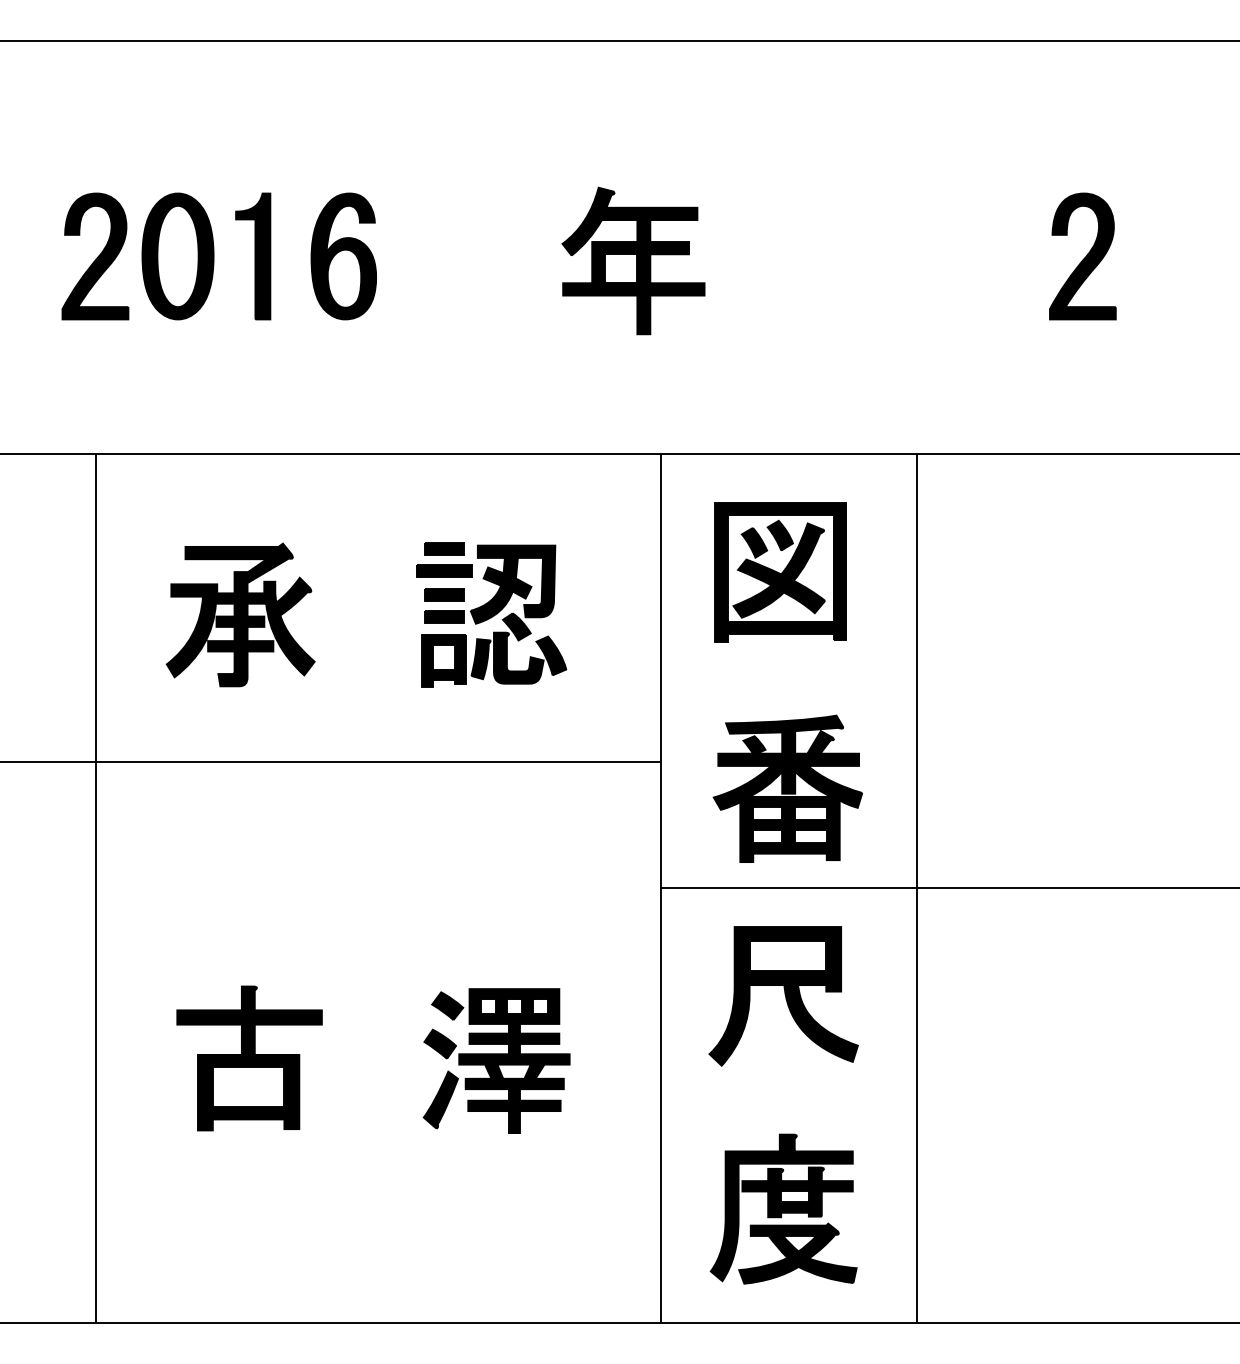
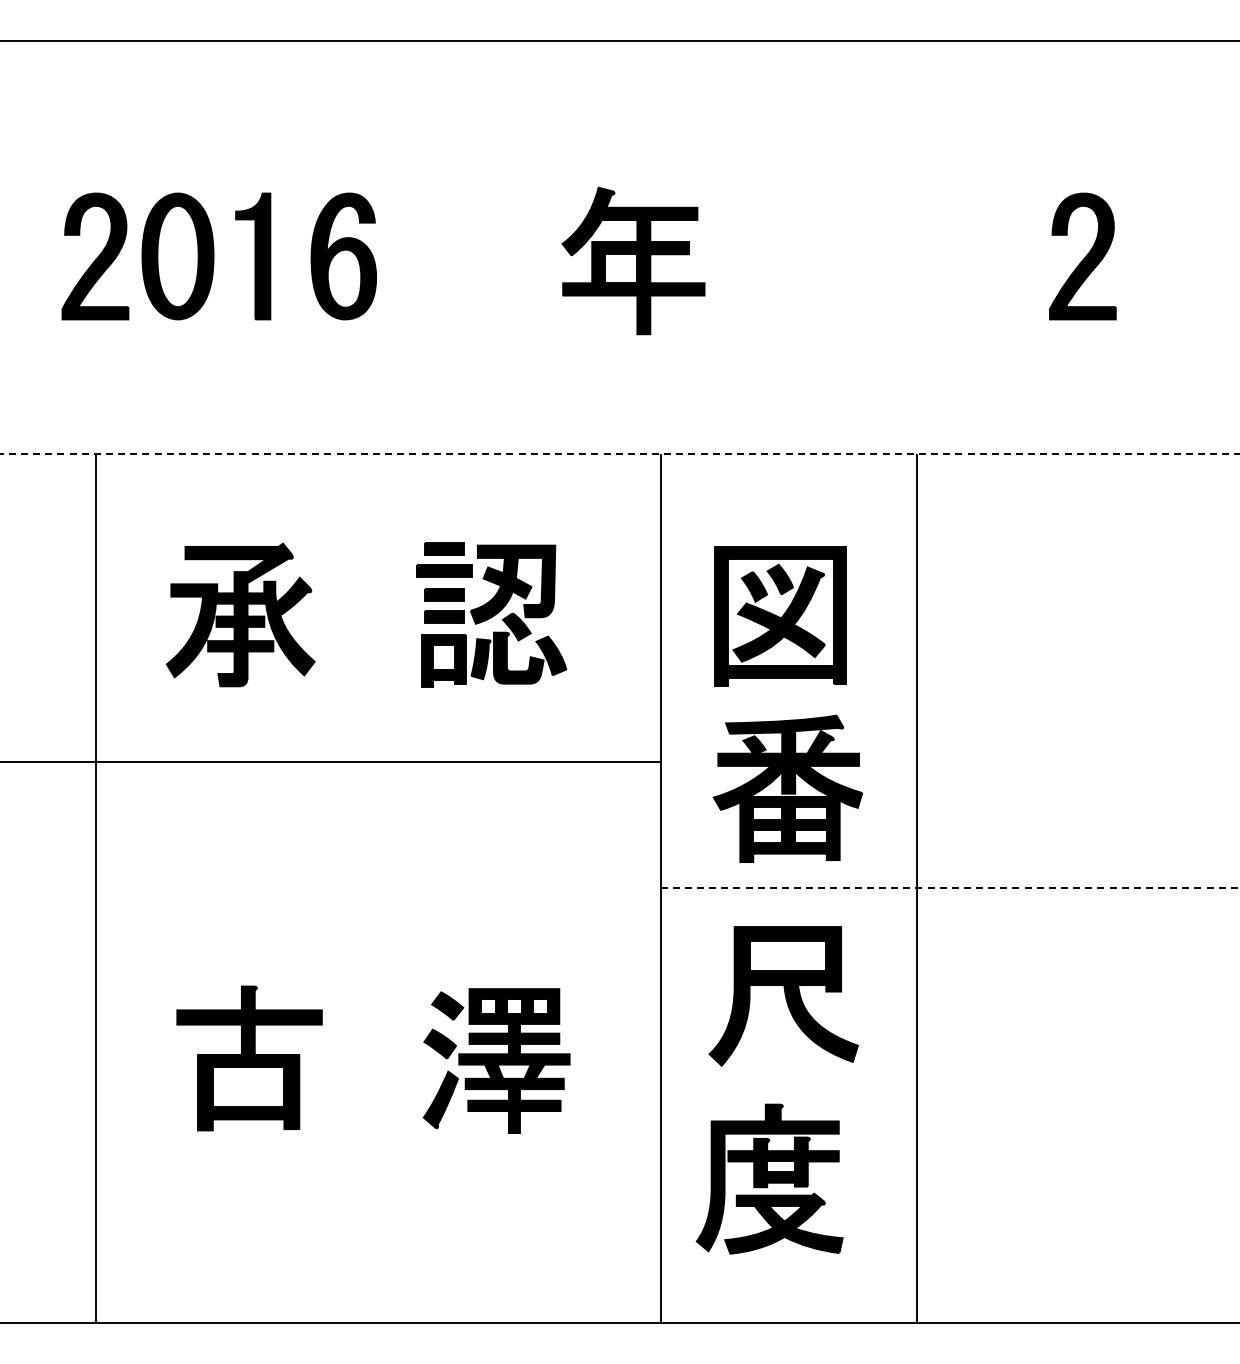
line at (620, 453): solid -> dashed
part at (780, 572) position: (780, 572) -> (780, 616)
line at (950, 888): solid -> dashed
part at (783, 1208) position: (783, 1208) -> (769, 1178)
